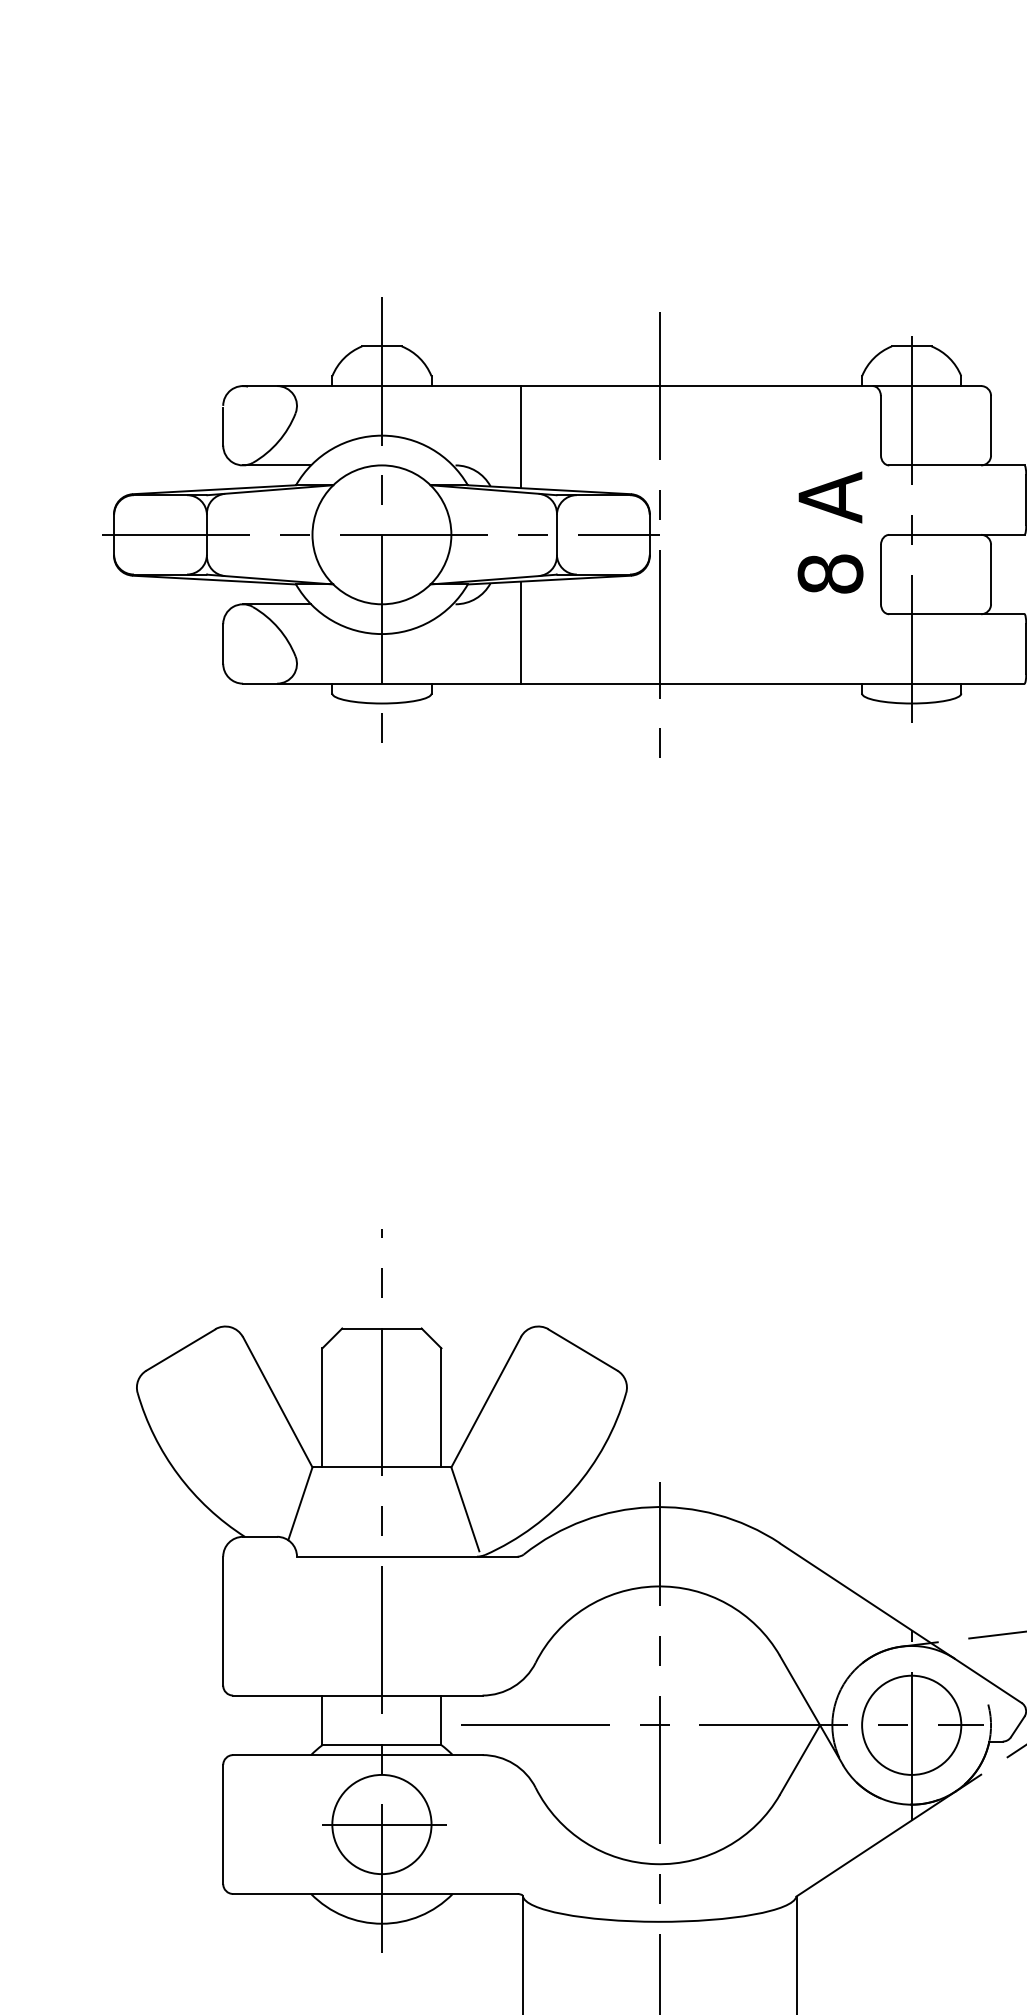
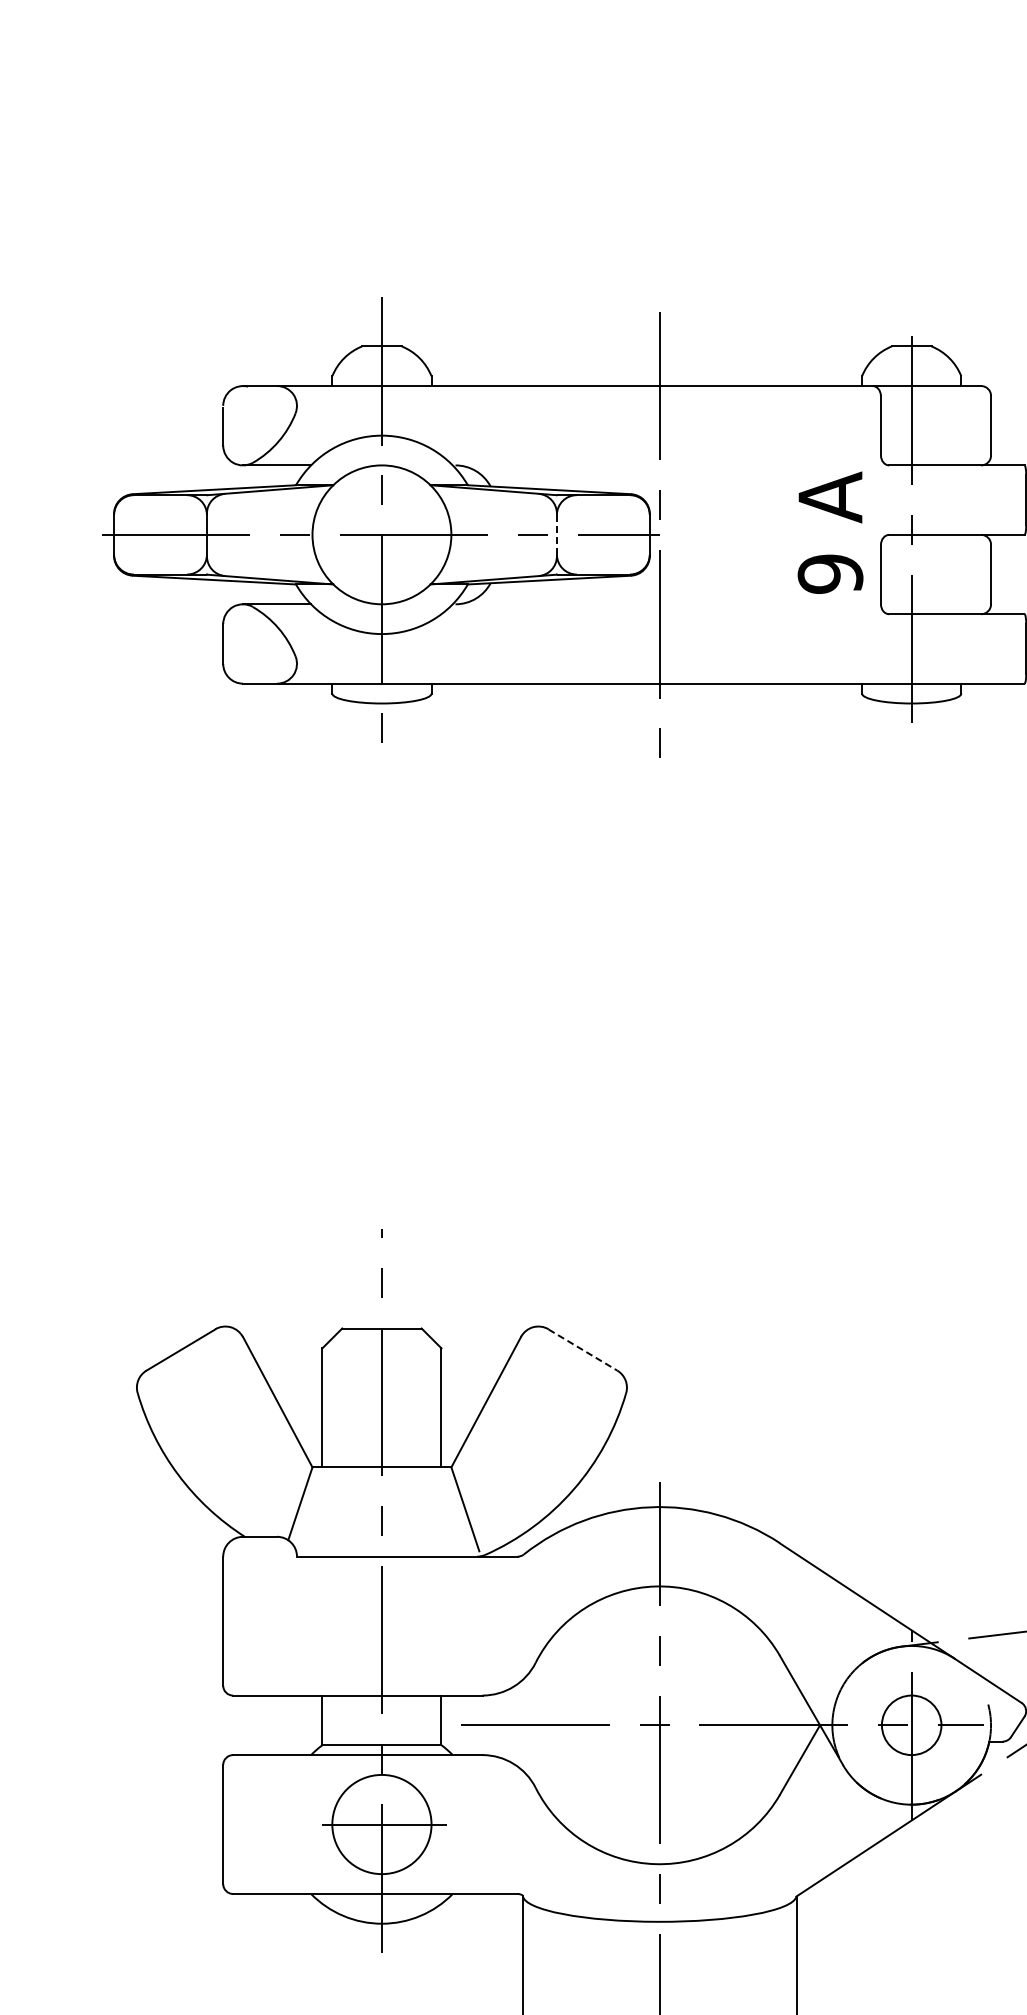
line at (521, 437): present -> none
line at (556, 534): solid -> dashed
text at (830, 573): 8 -> 9
line at (521, 632): present -> none
line at (582, 1350): solid -> dashed
circle at (911, 1724) diameter: 99 px -> 60 px
